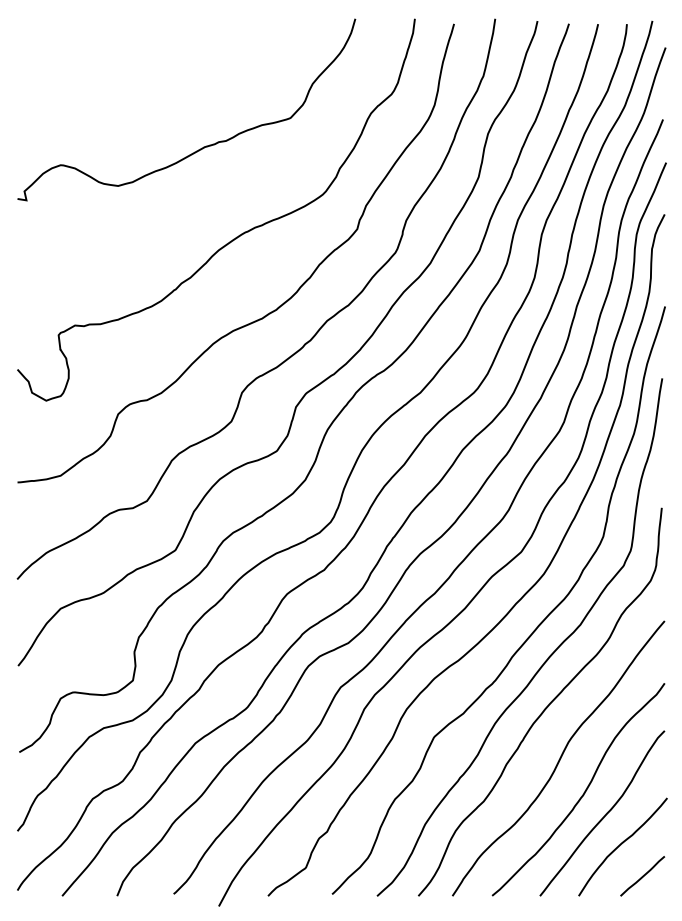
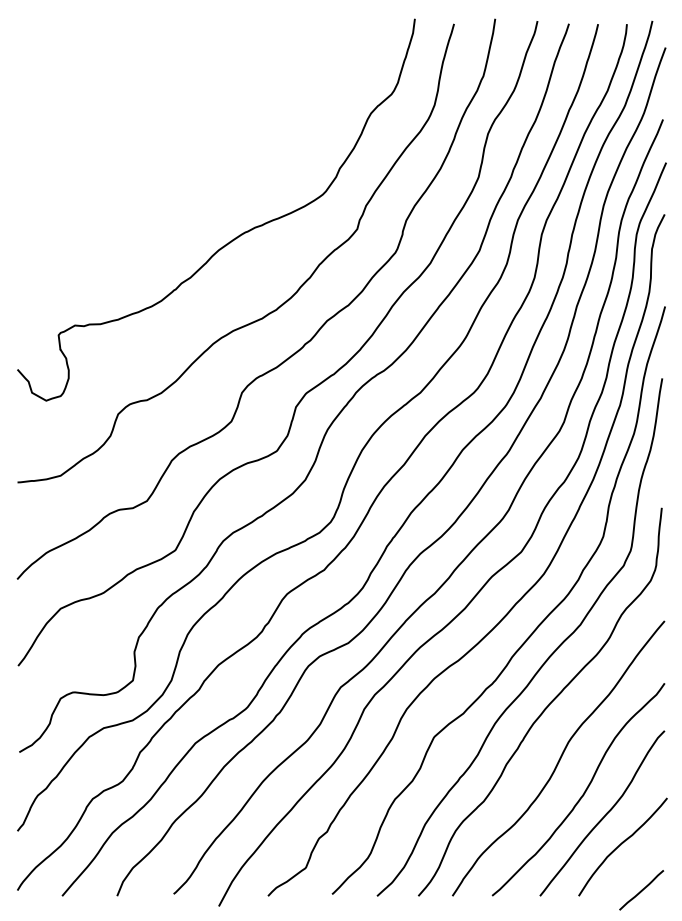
curve at (203, 146): present -> none
line at (642, 876) position: (642, 876) -> (641, 890)
